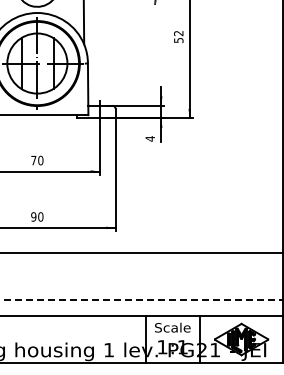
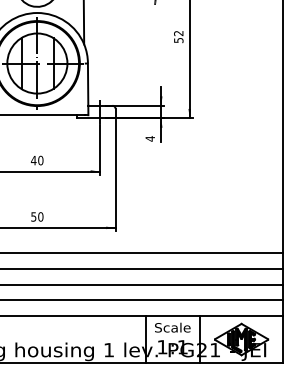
text at (33, 160): 70 -> 40
text at (33, 216): 90 -> 50
line at (141, 269): none -> present
line at (141, 284): none -> present
line at (142, 300): dashed -> solid
